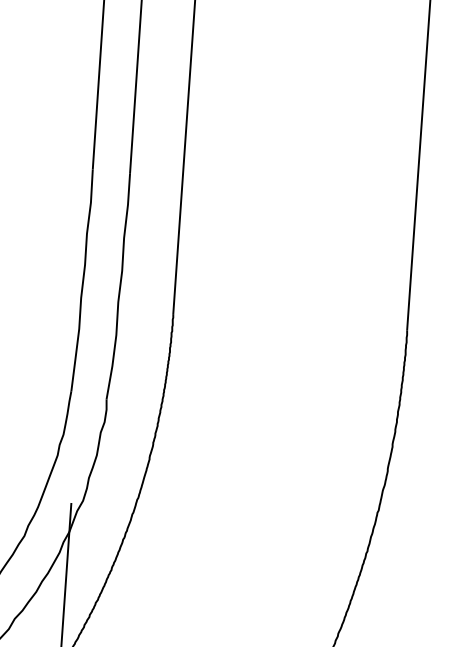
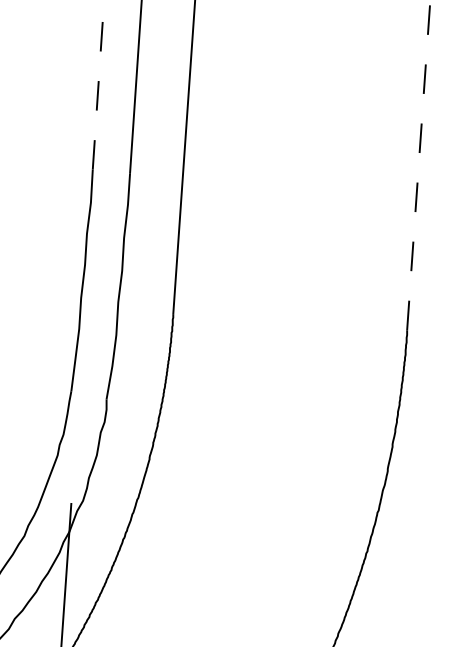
line at (98, 84): solid -> dashed
line at (418, 164): solid -> dashed
